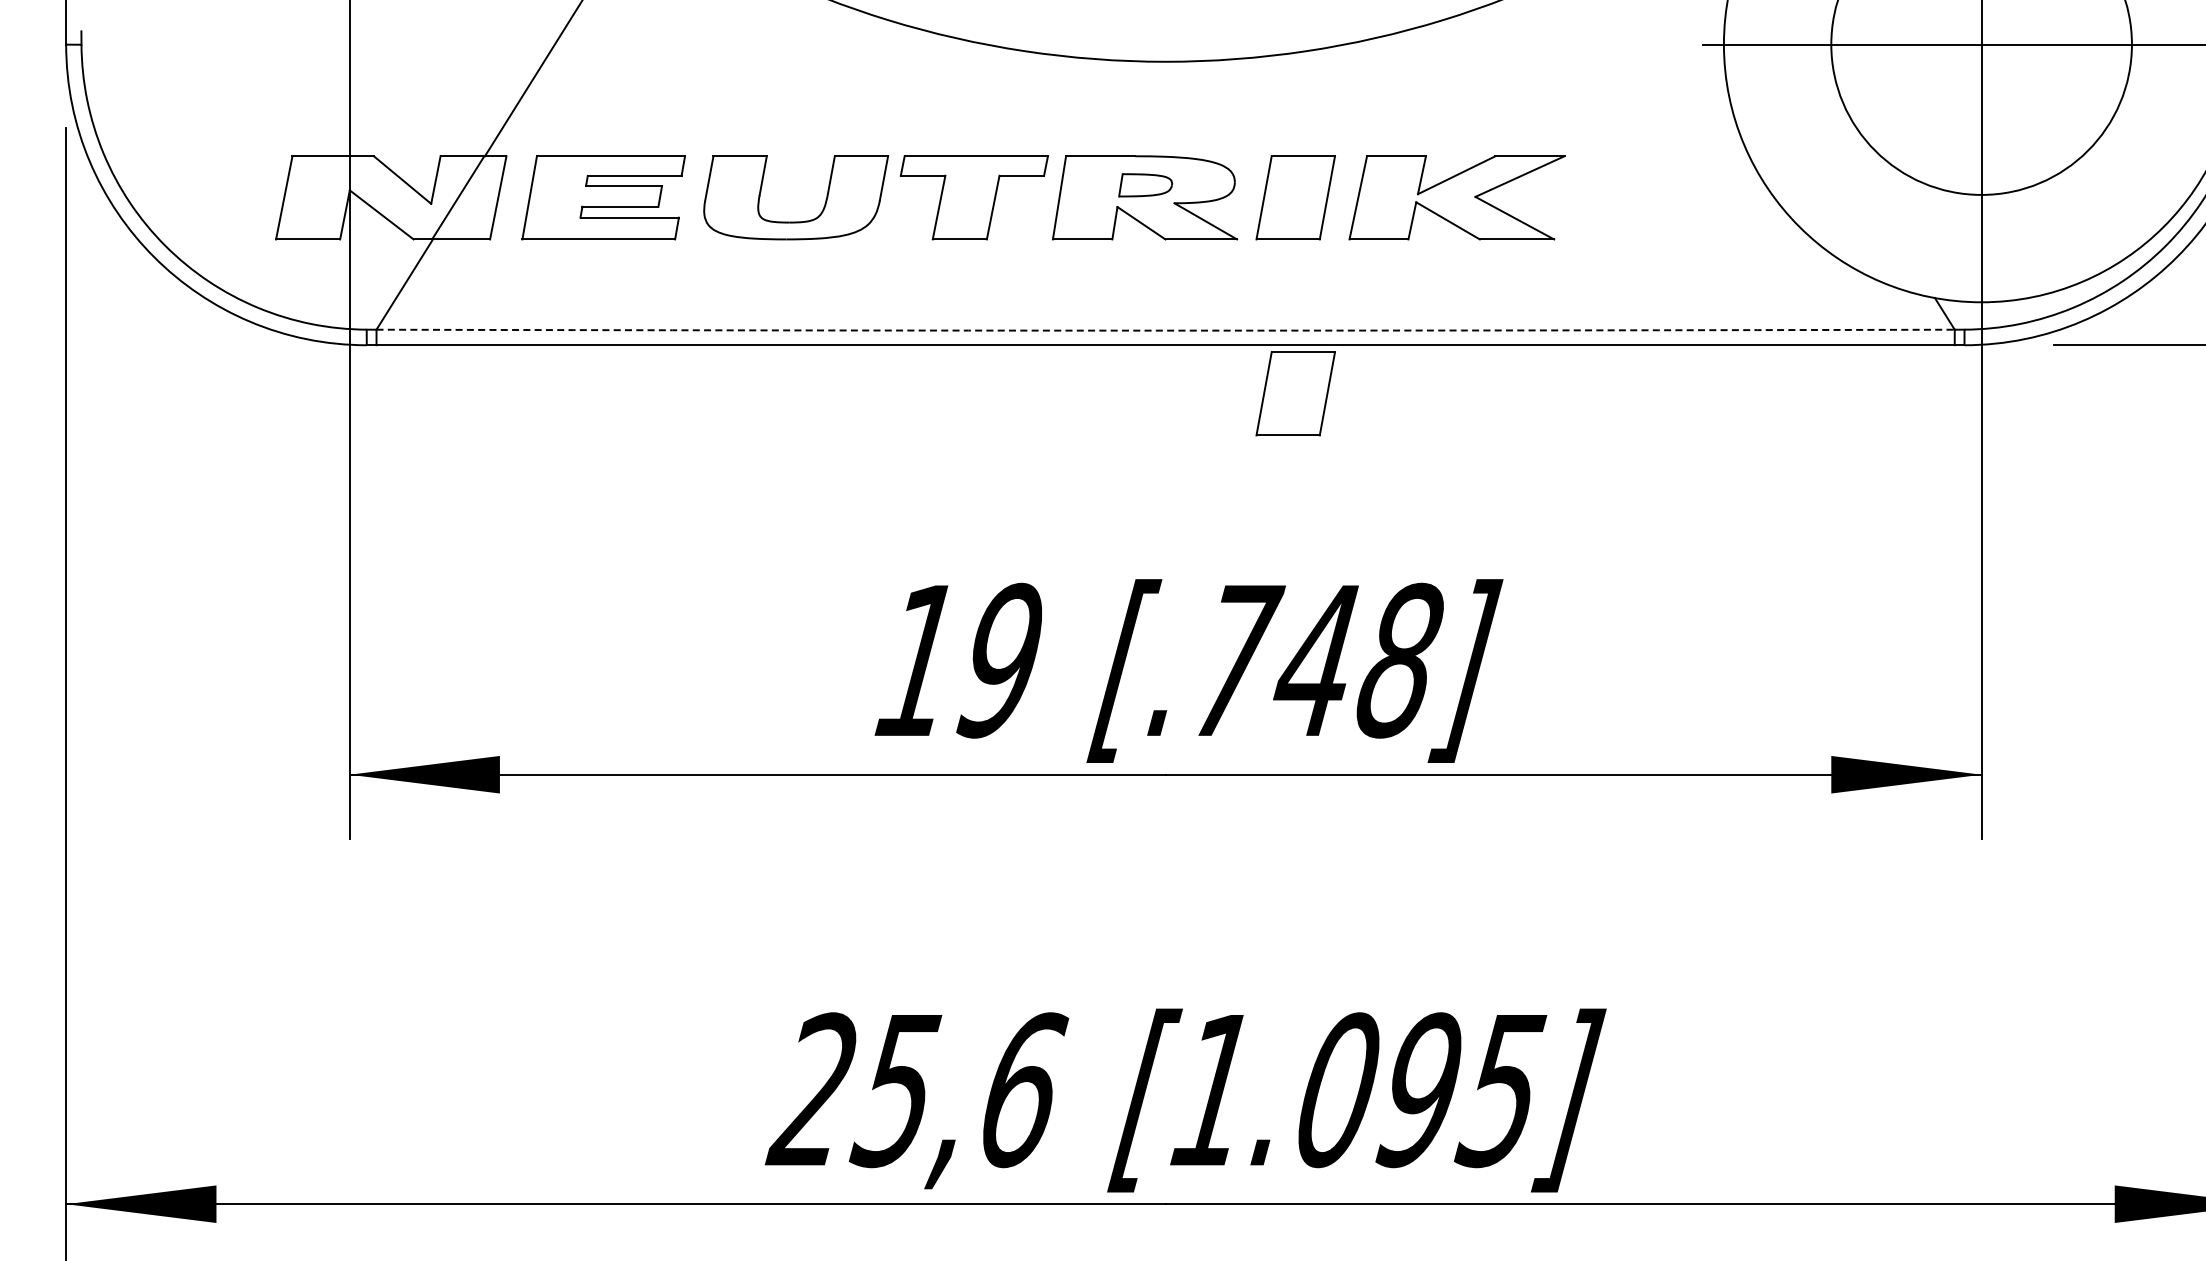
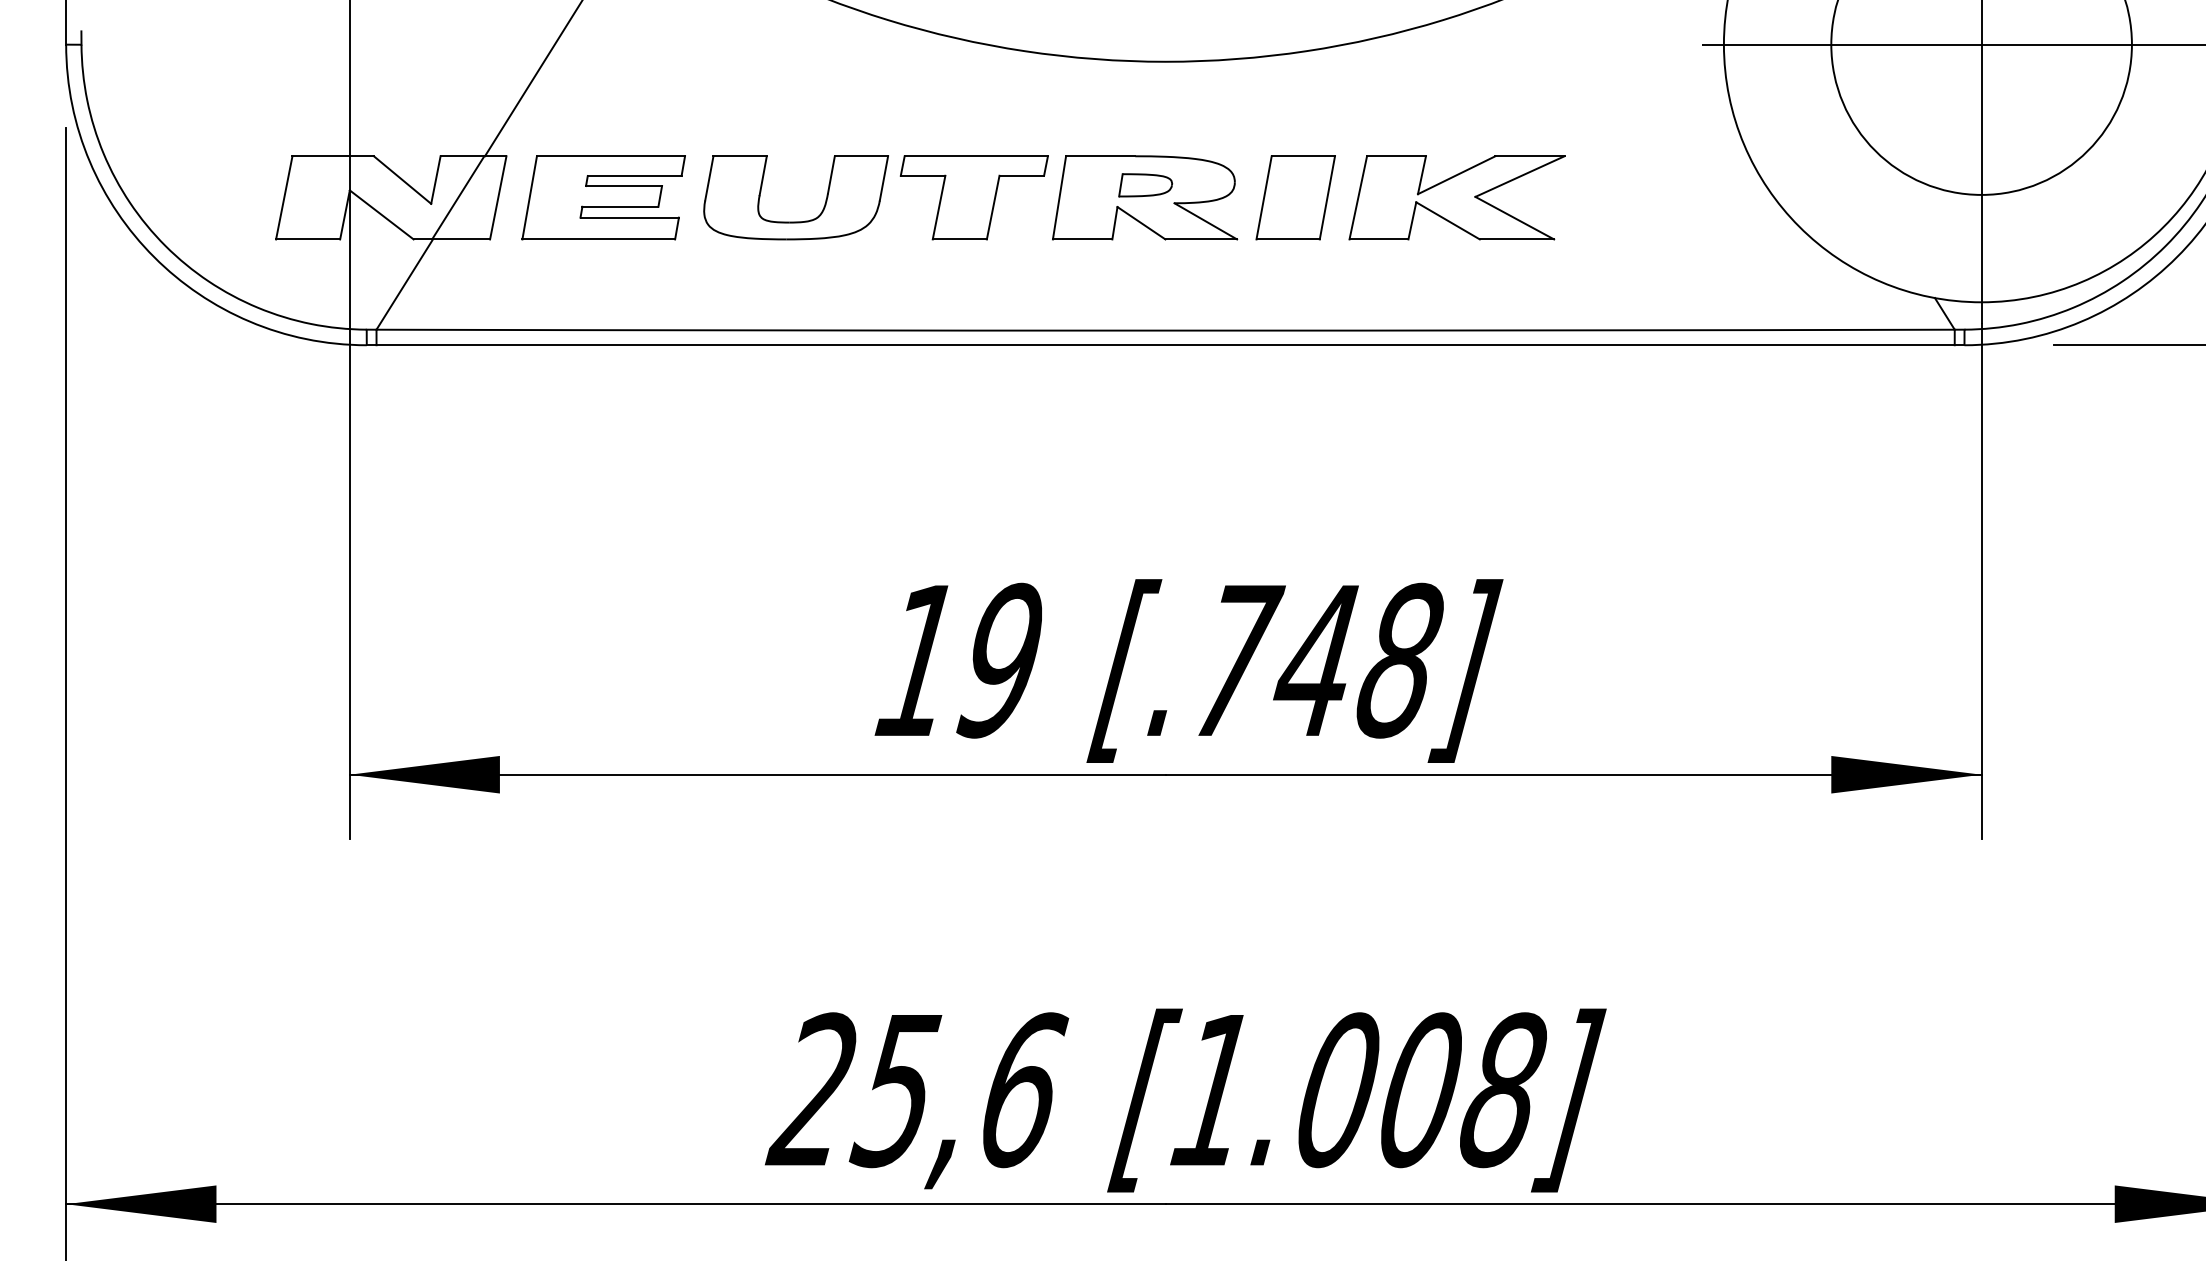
arc at (1165, 330): dashed -> solid
part at (1295, 393): present -> none
text at (1461, 1090): [1.095] -> [1.008]
